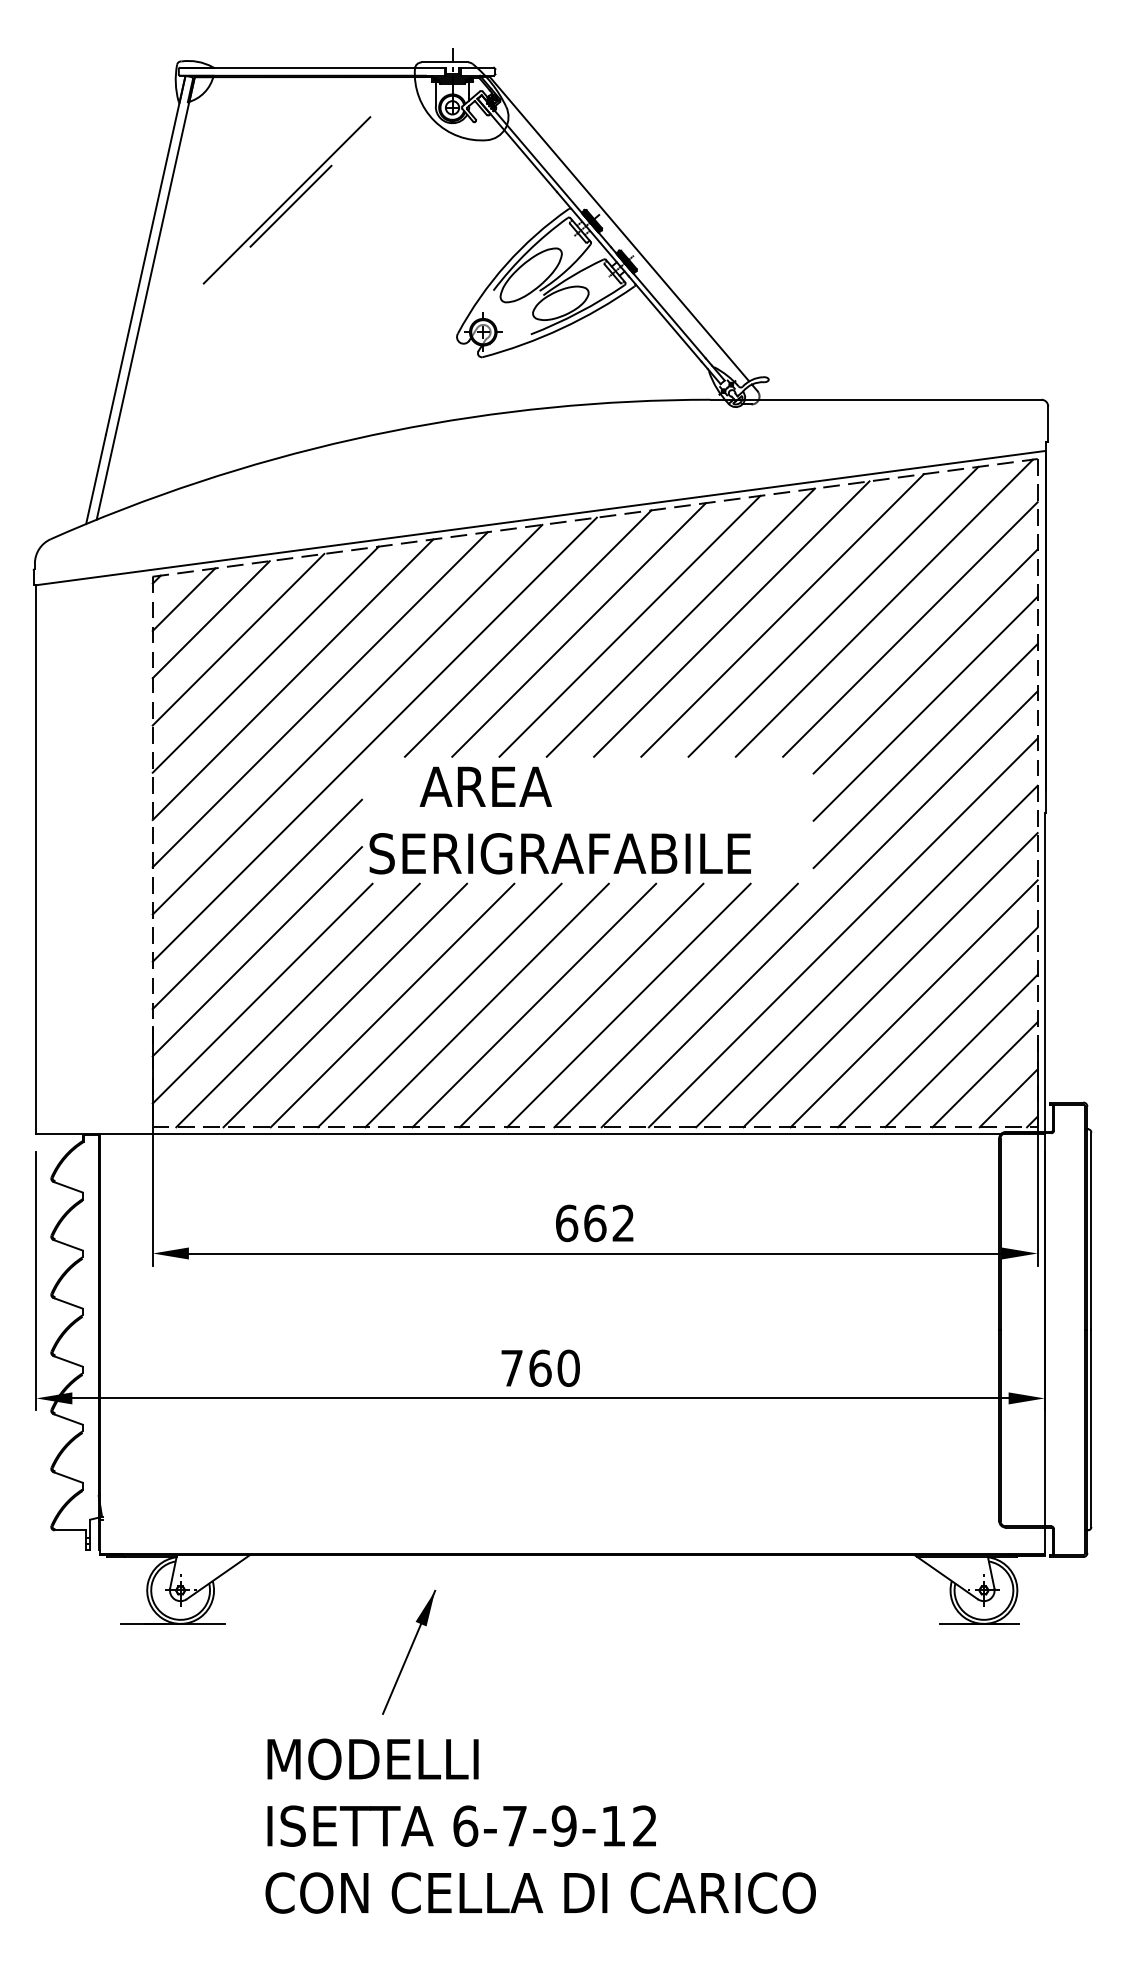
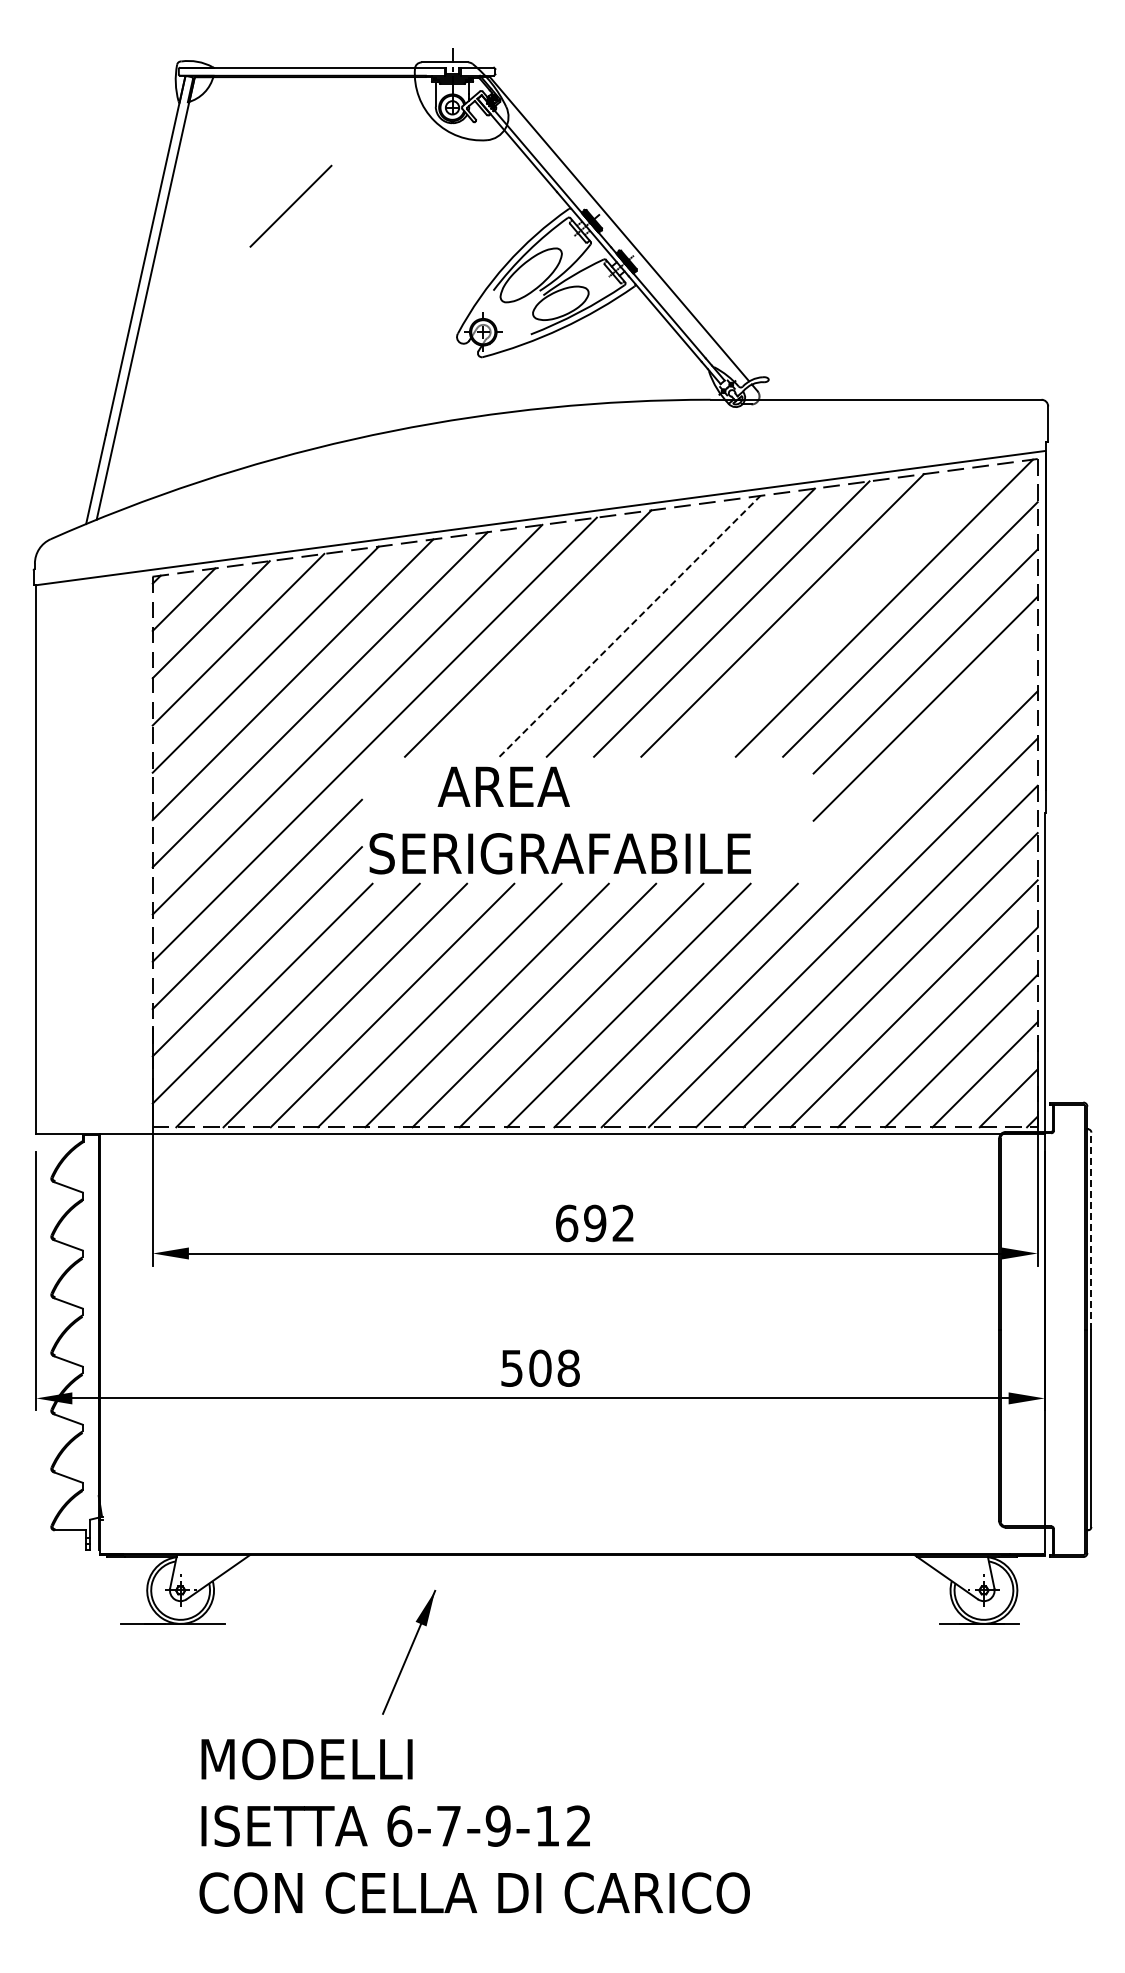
line at (286, 200): present -> none
line at (833, 611): present -> none
line at (630, 626): solid -> dashed
line at (578, 629): present -> none
line at (925, 756): present -> none
text at (485, 786) position: (485, 786) -> (503, 786)
text at (595, 1223): 662 -> 692
line at (1091, 1231): solid -> dashed
text at (540, 1367): 760 -> 508
text at (540, 1825) position: (540, 1825) -> (474, 1825)
